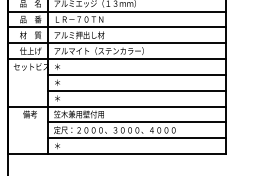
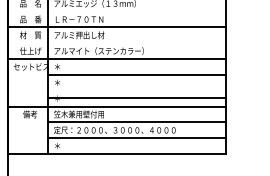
line at (117, 11): present -> none
line at (117, 43): present -> none
line at (137, 90) position: (137, 90) -> (137, 97)
